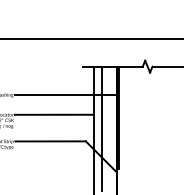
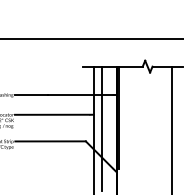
line at (172, 128): none -> present
